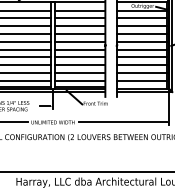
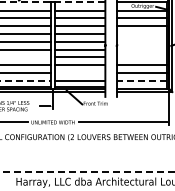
line at (52, 1): solid -> dashed
line at (142, 34): present -> none
line at (142, 41): present -> none
line at (142, 49): present -> none
line at (26, 57): present -> none
line at (142, 57): present -> none
line at (79, 72): present -> none
line at (26, 80): solid -> dashed
line at (141, 80): solid -> dashed
line at (87, 172): solid -> dashed
